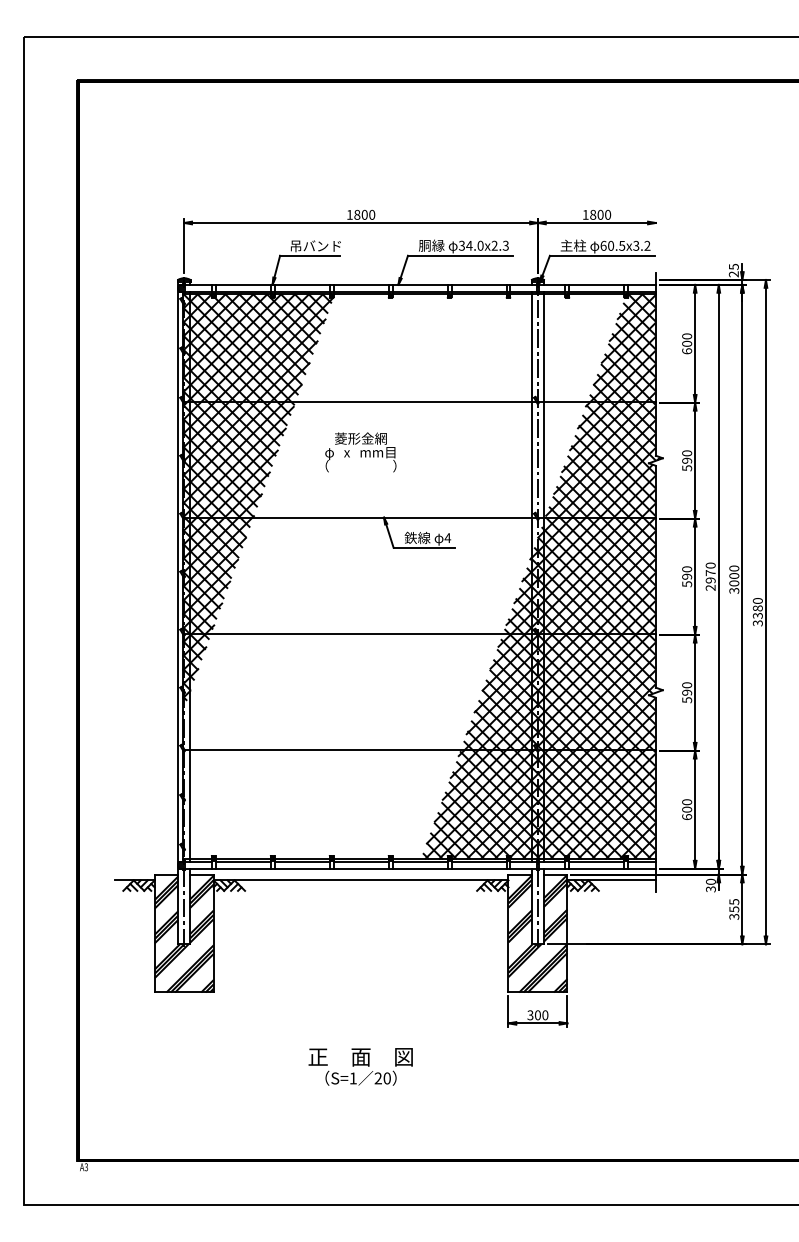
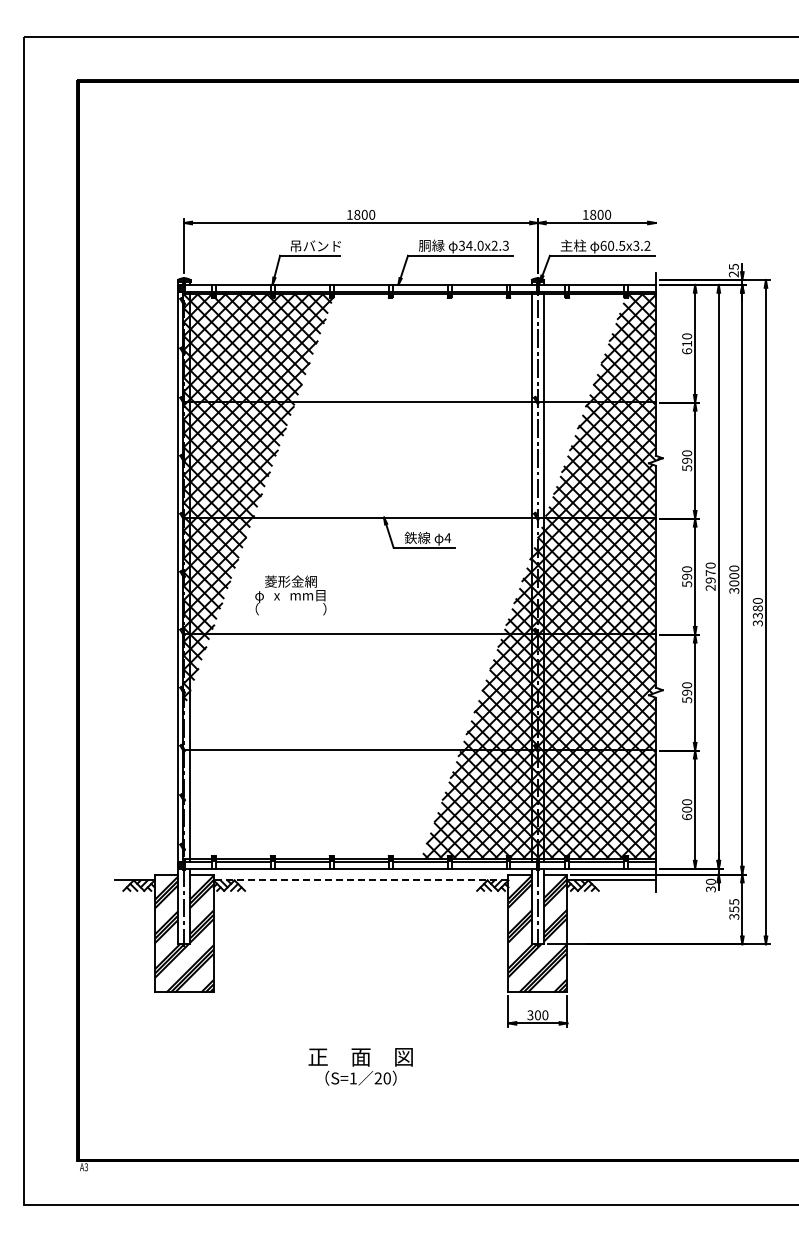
text at (687, 343): 600 -> 610
text at (360, 452) position: (360, 452) -> (290, 595)
line at (360, 880): solid -> dashed
